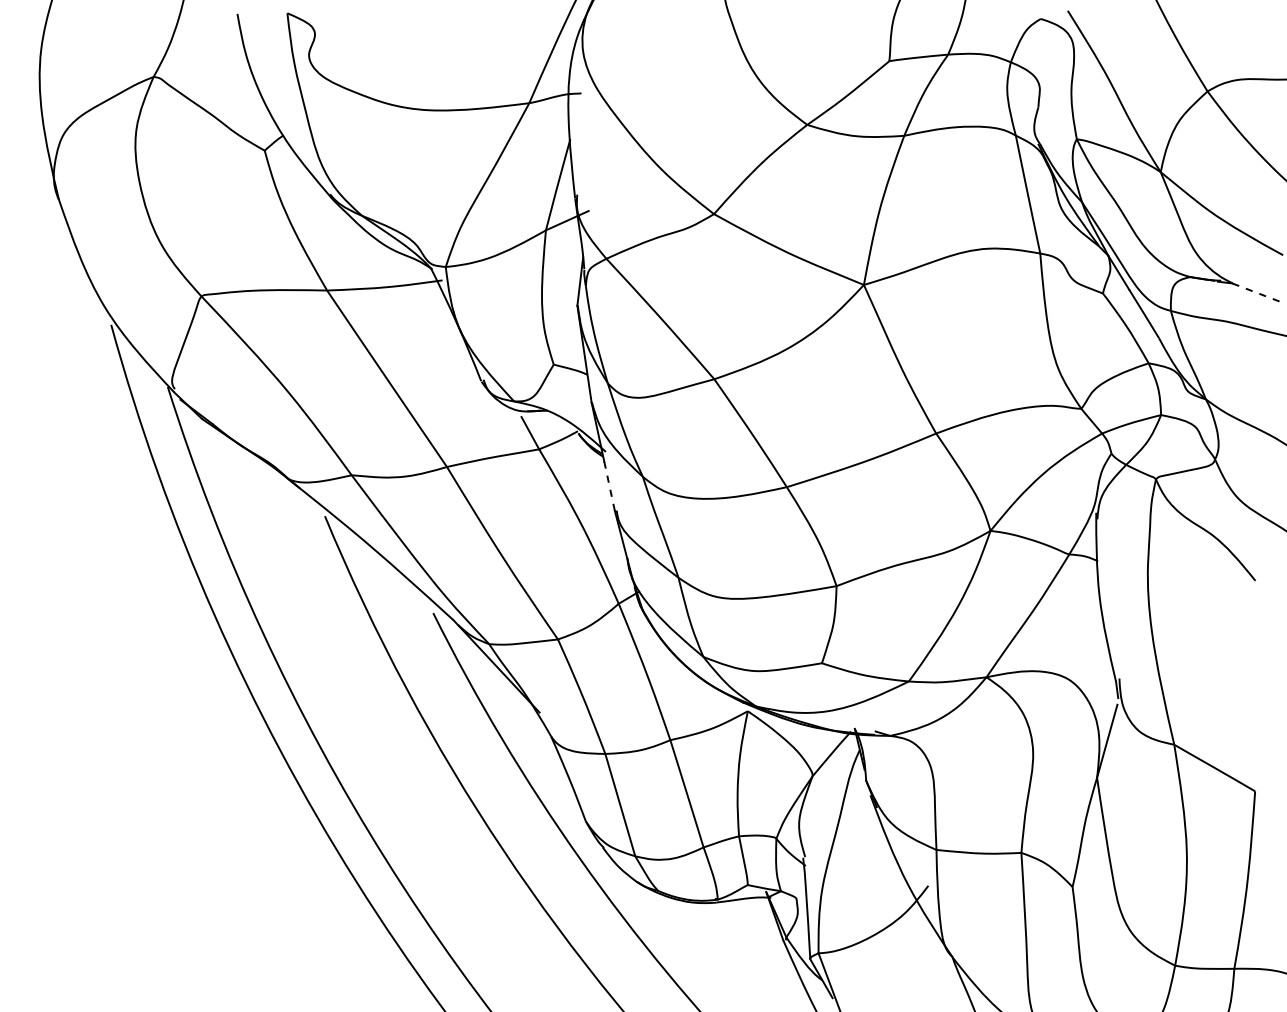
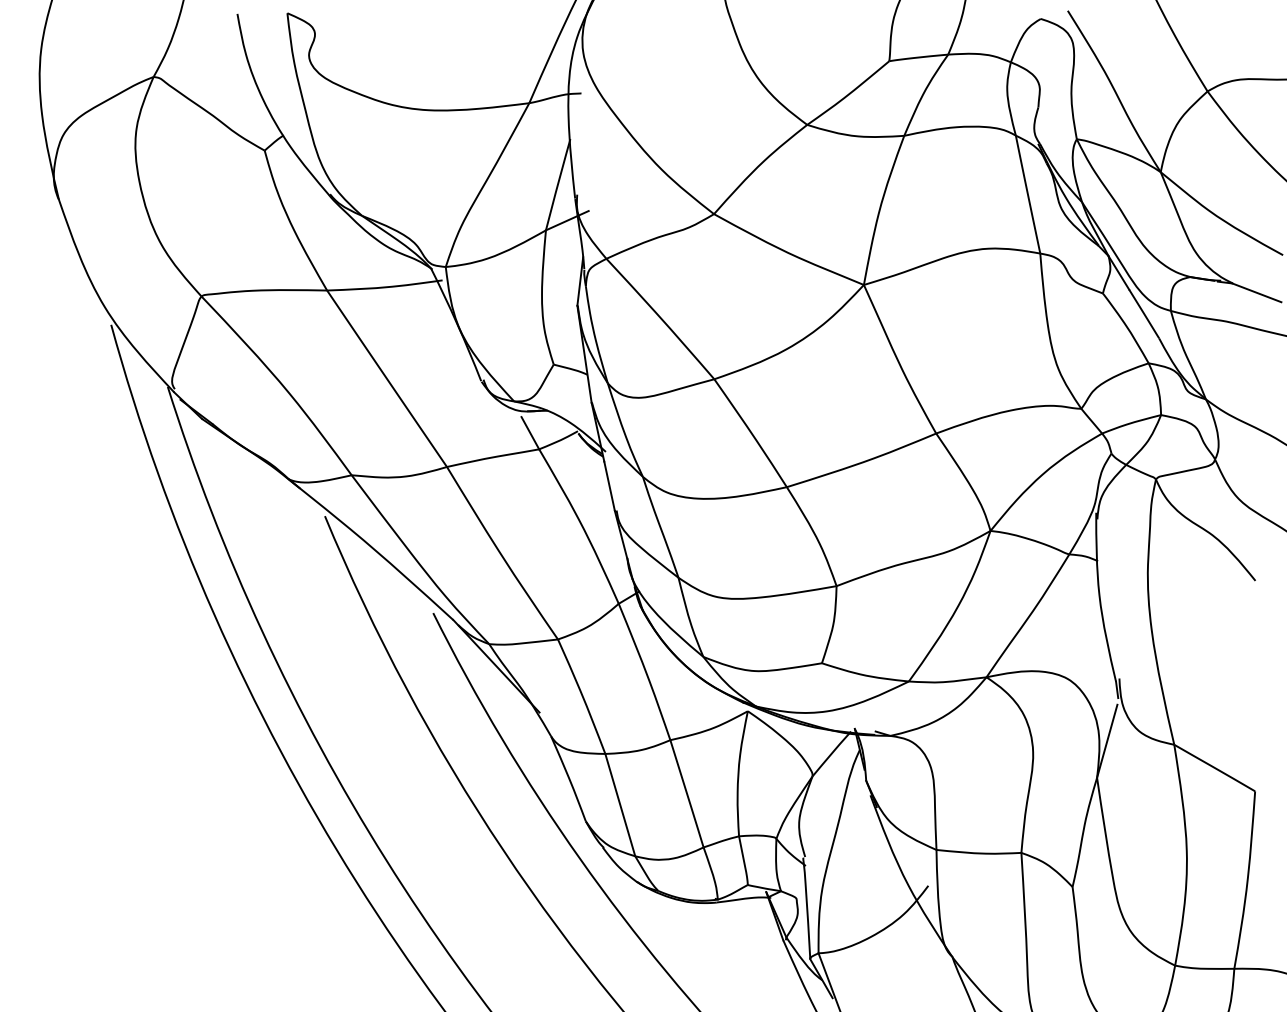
line at (1257, 293): dashed -> solid
line at (609, 486): dashed -> solid
